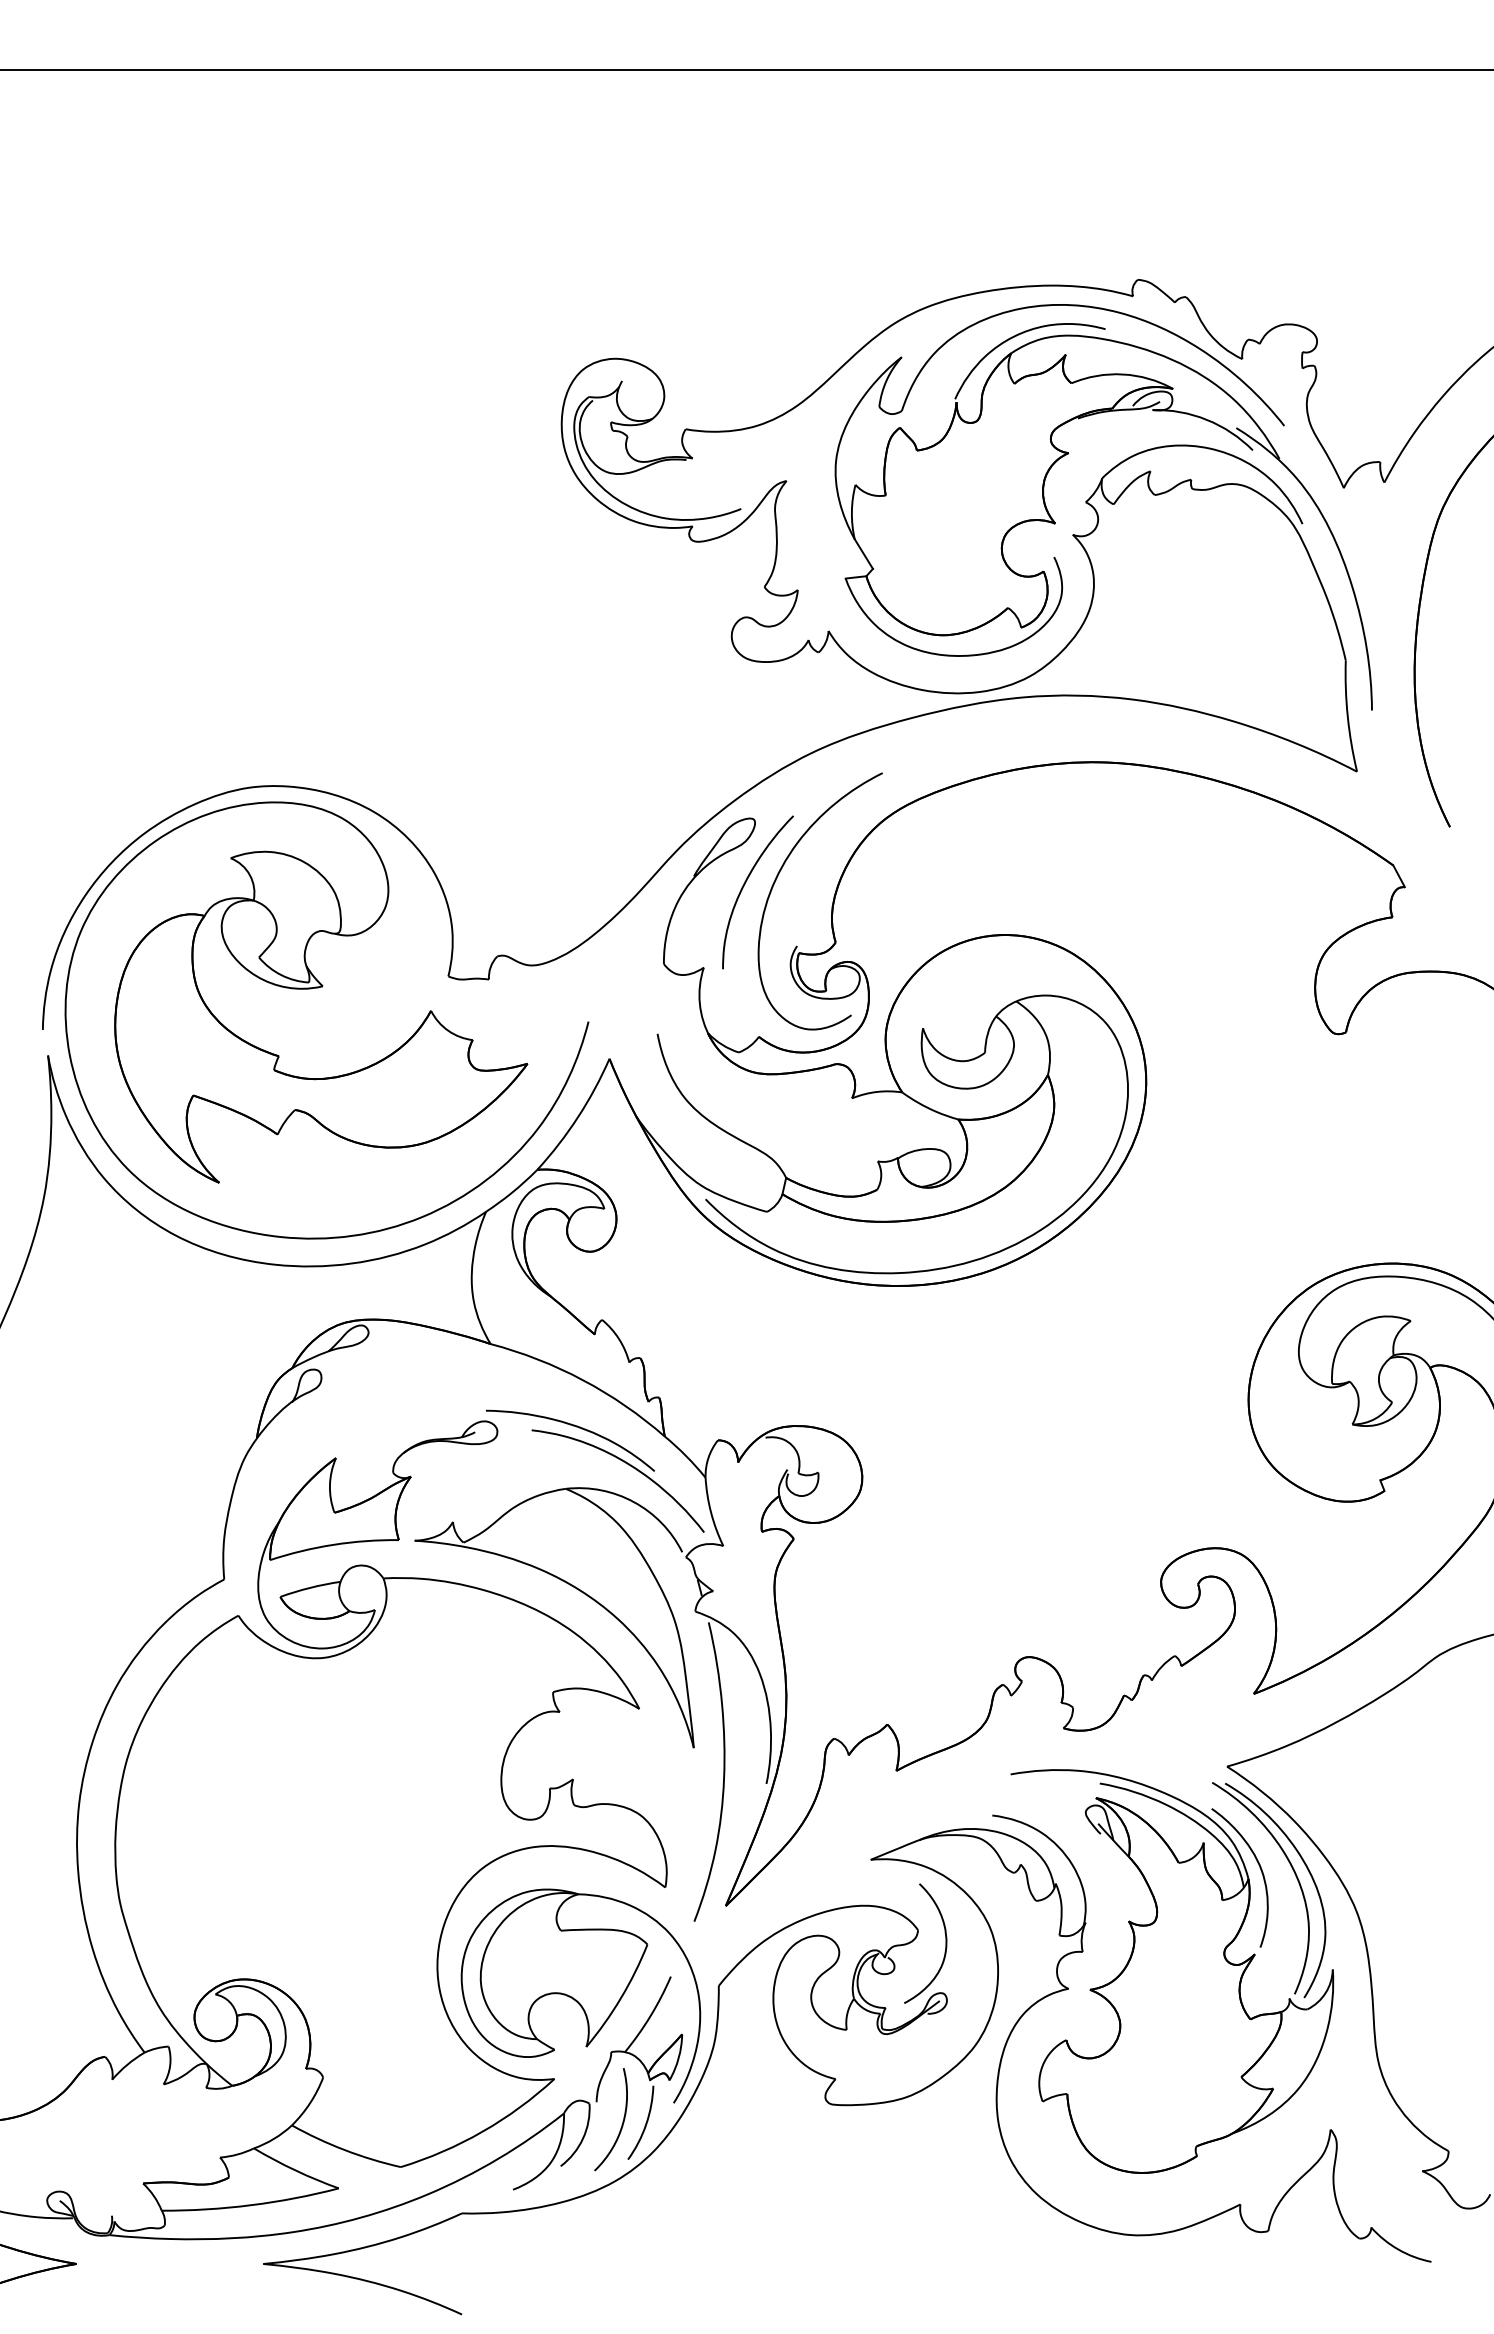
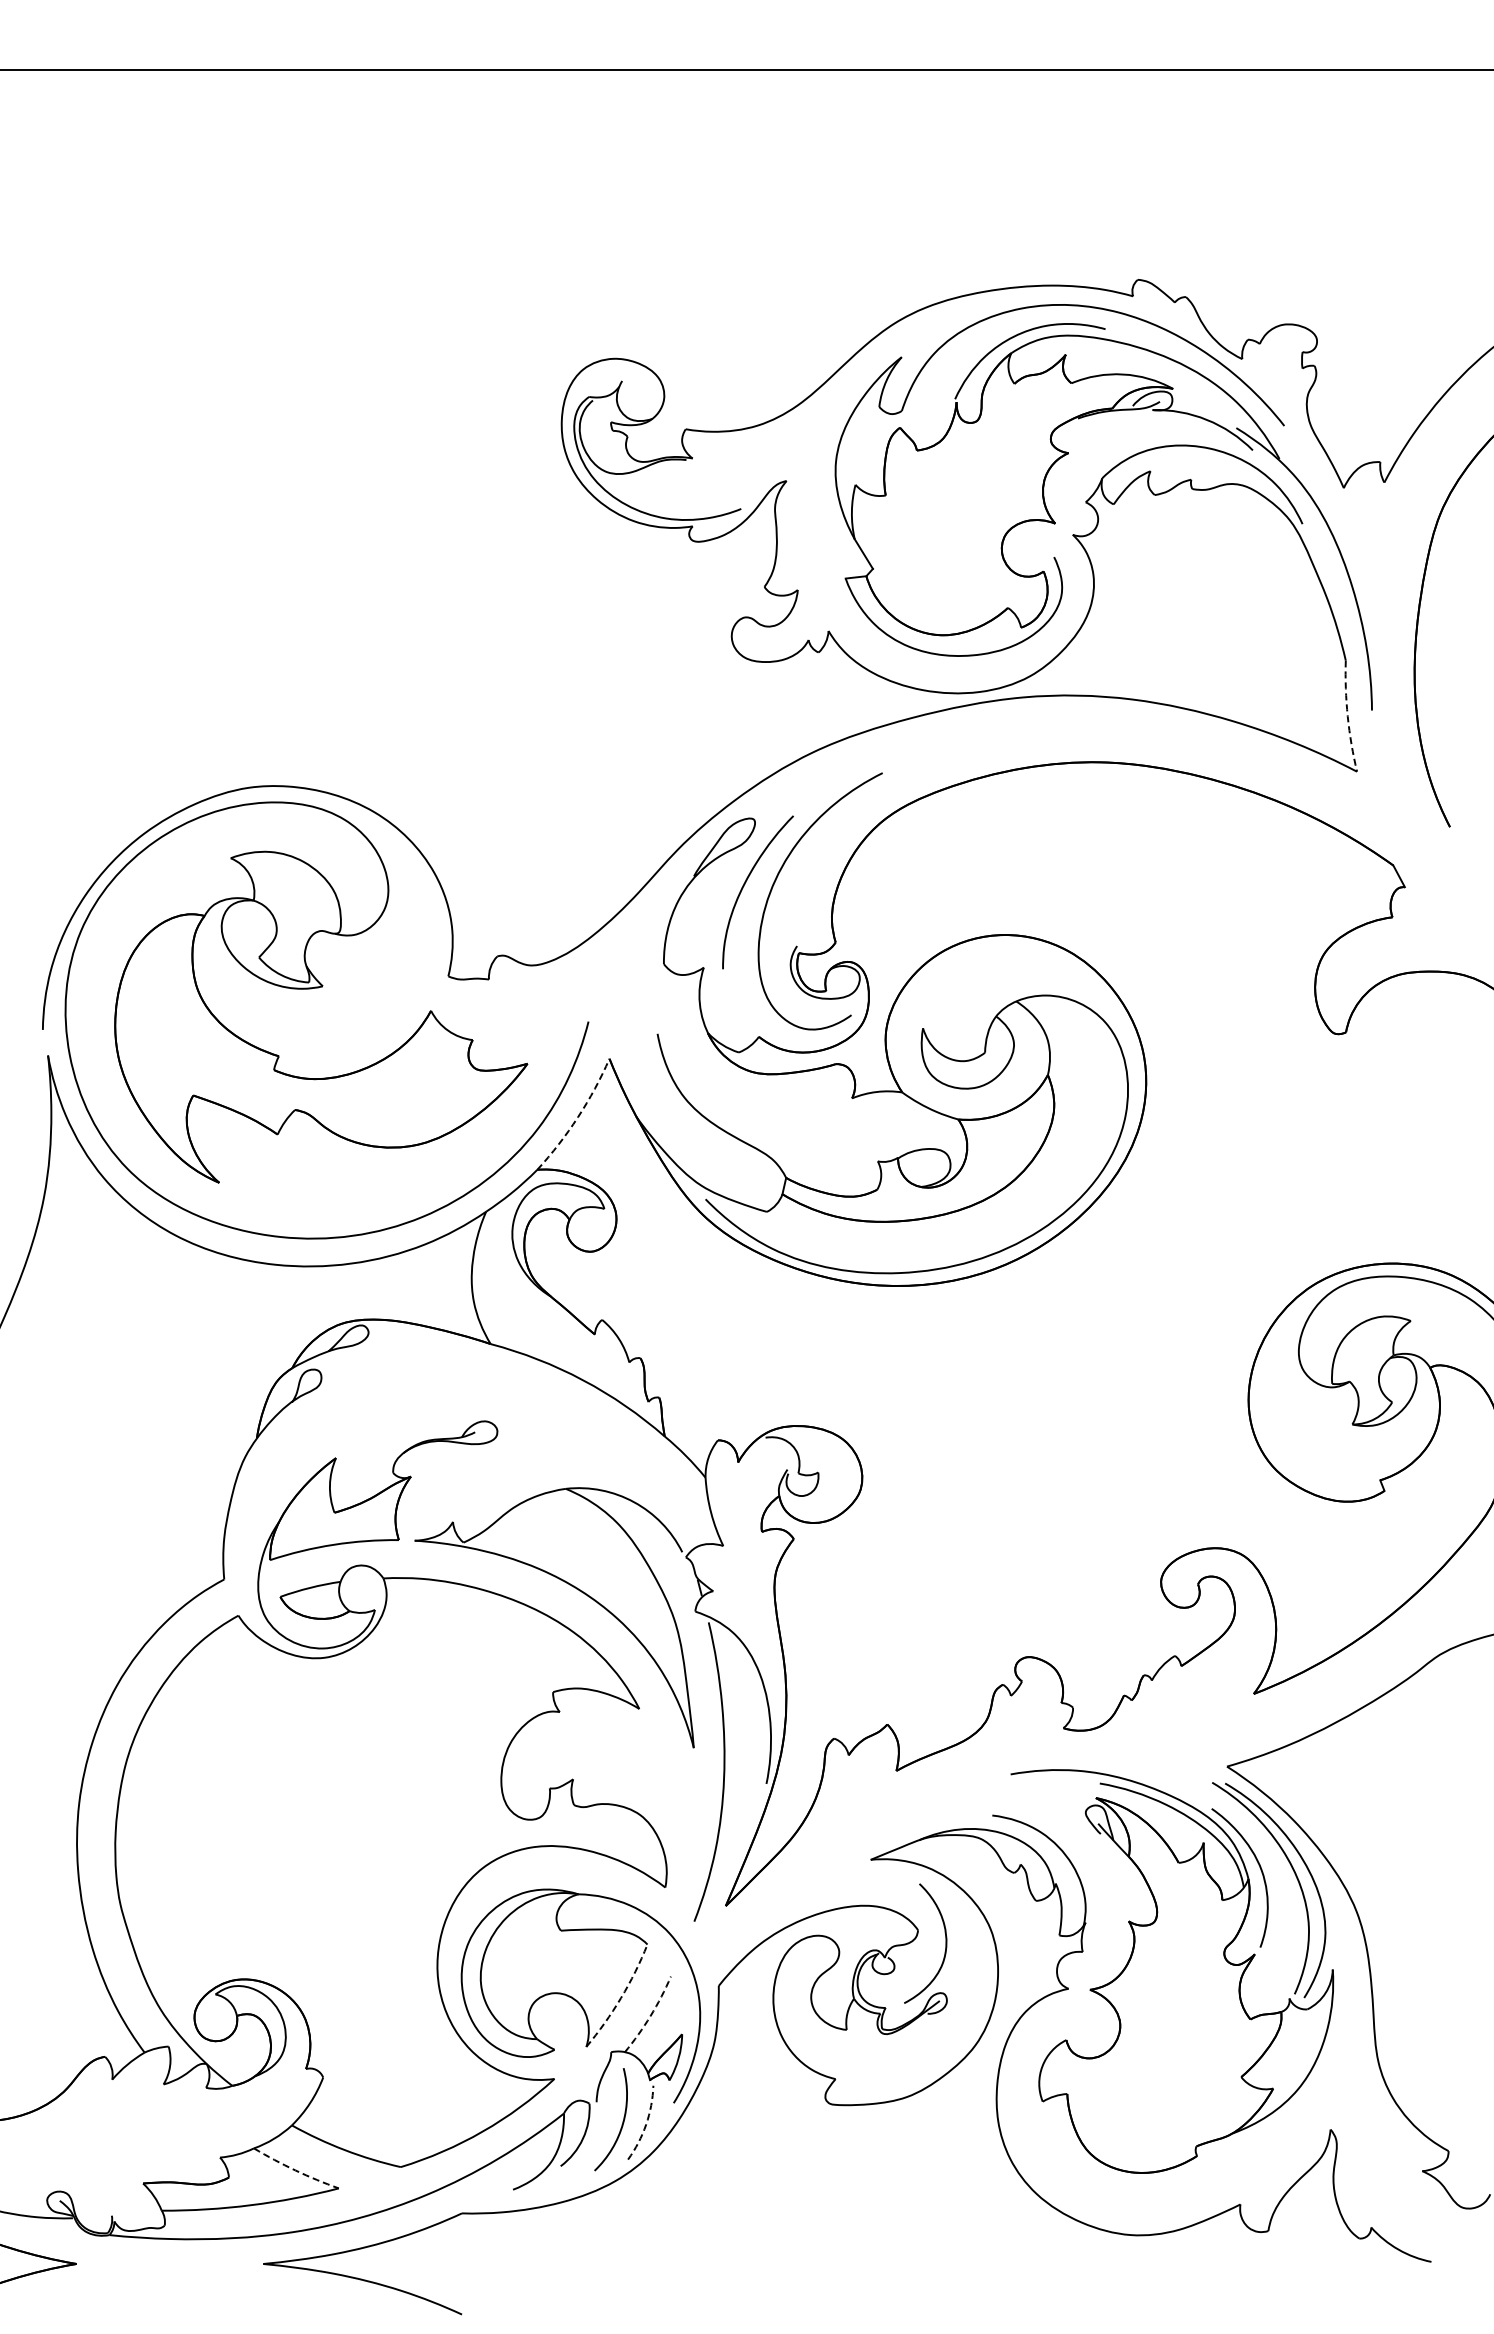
arc at (1347, 716): solid -> dashed
arc at (578, 1117): solid -> dashed
part at (602, 1451): present -> none
arc at (620, 1998): solid -> dashed
arc at (650, 2016): solid -> dashed
arc at (646, 2124): solid -> dashed
arc at (295, 2170): solid -> dashed
